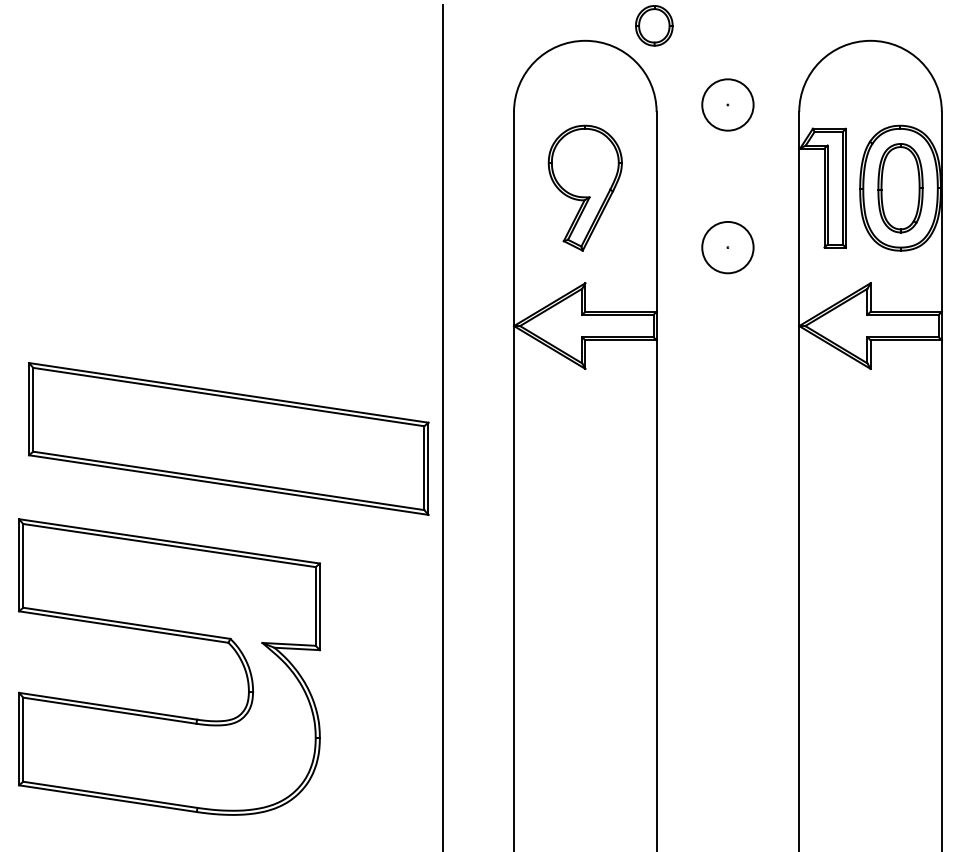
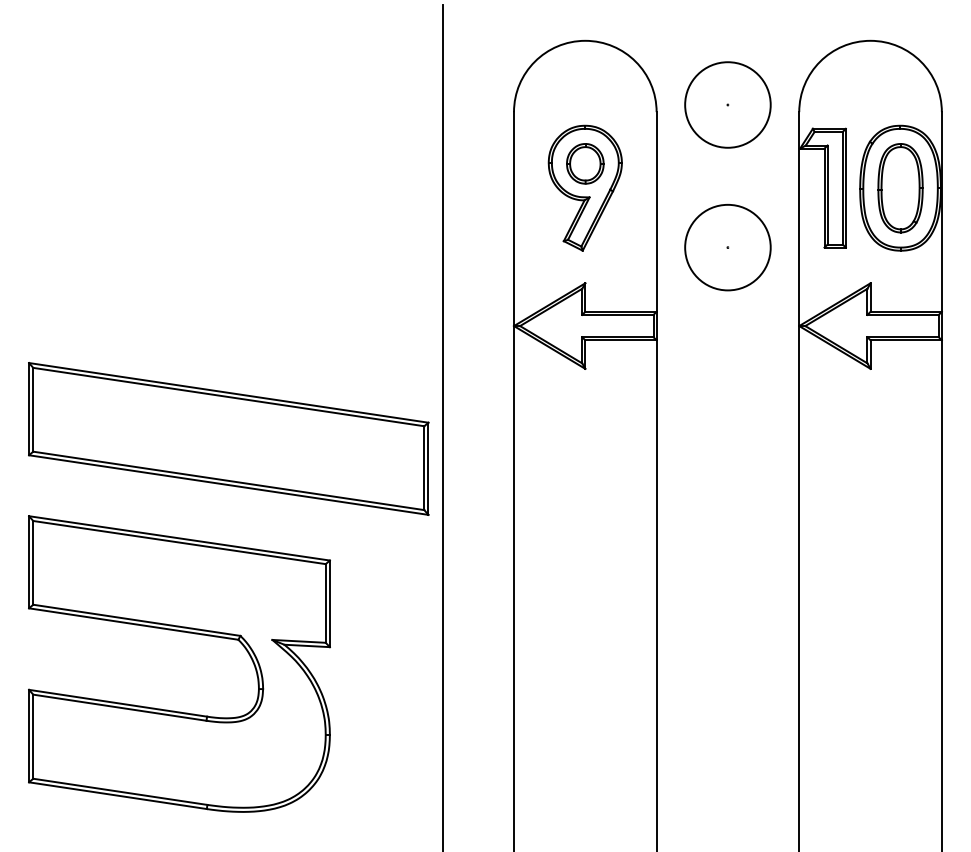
part at (654, 25) position: (654, 25) -> (585, 163)
circle at (727, 104) diameter: 51 px -> 86 px
circle at (727, 247) diameter: 51 px -> 86 px
part at (171, 635) position: (171, 635) -> (181, 632)
